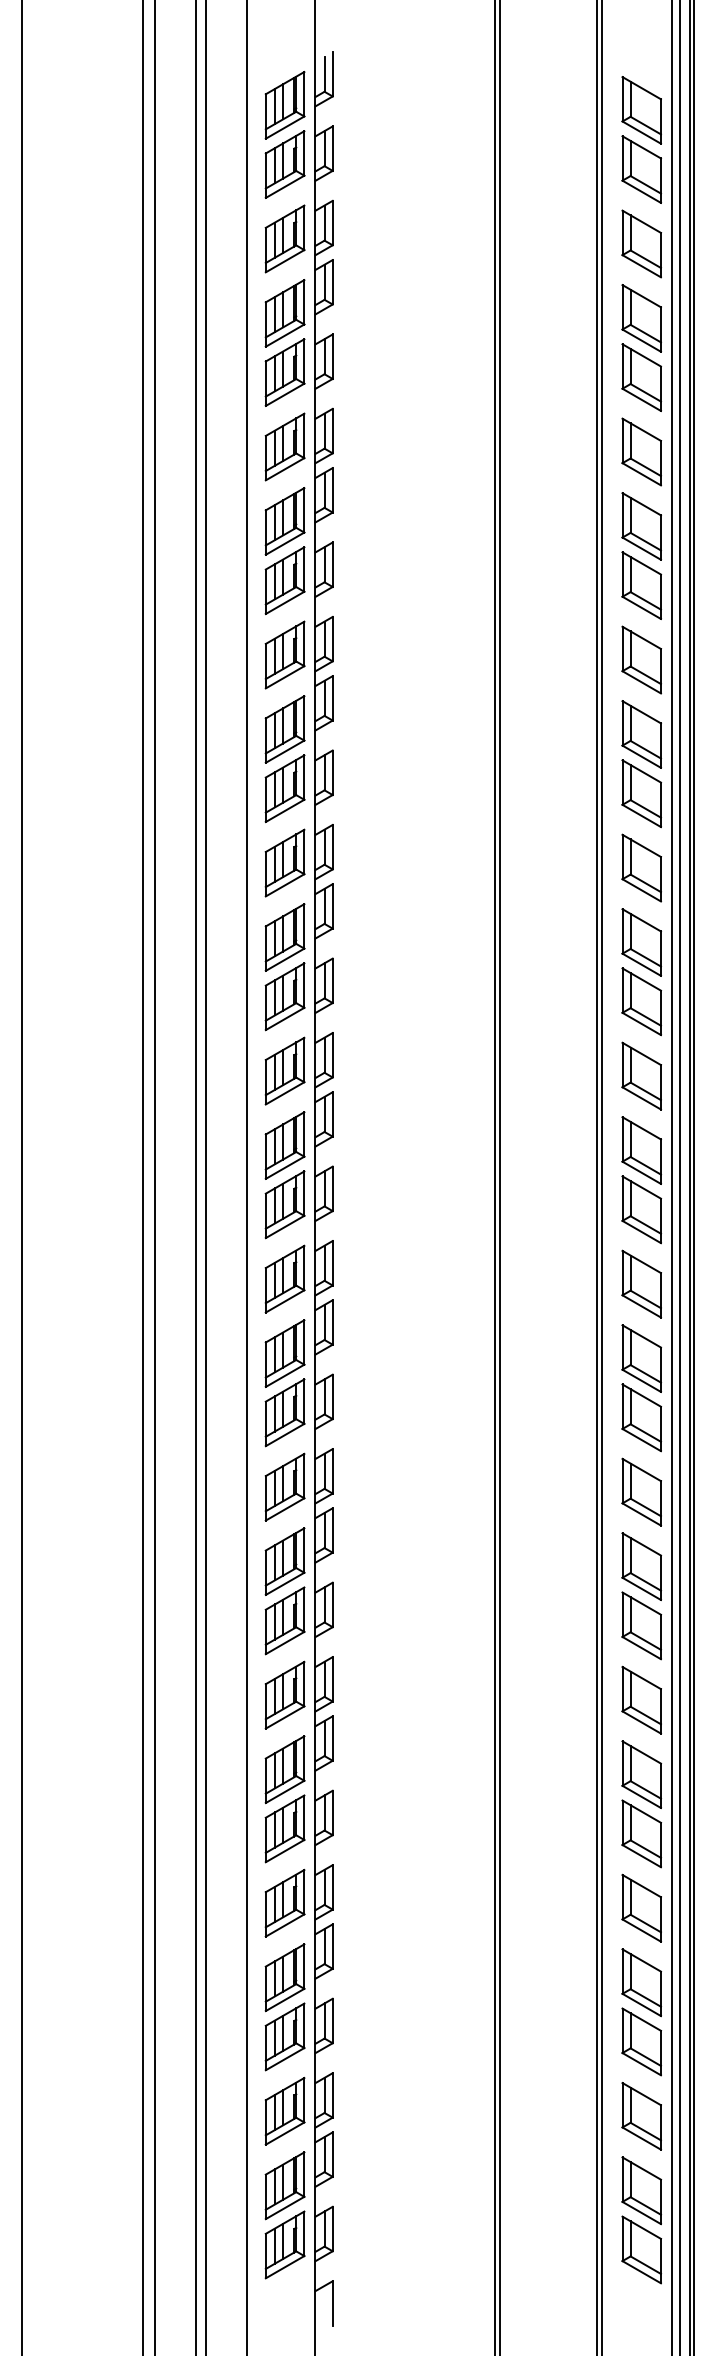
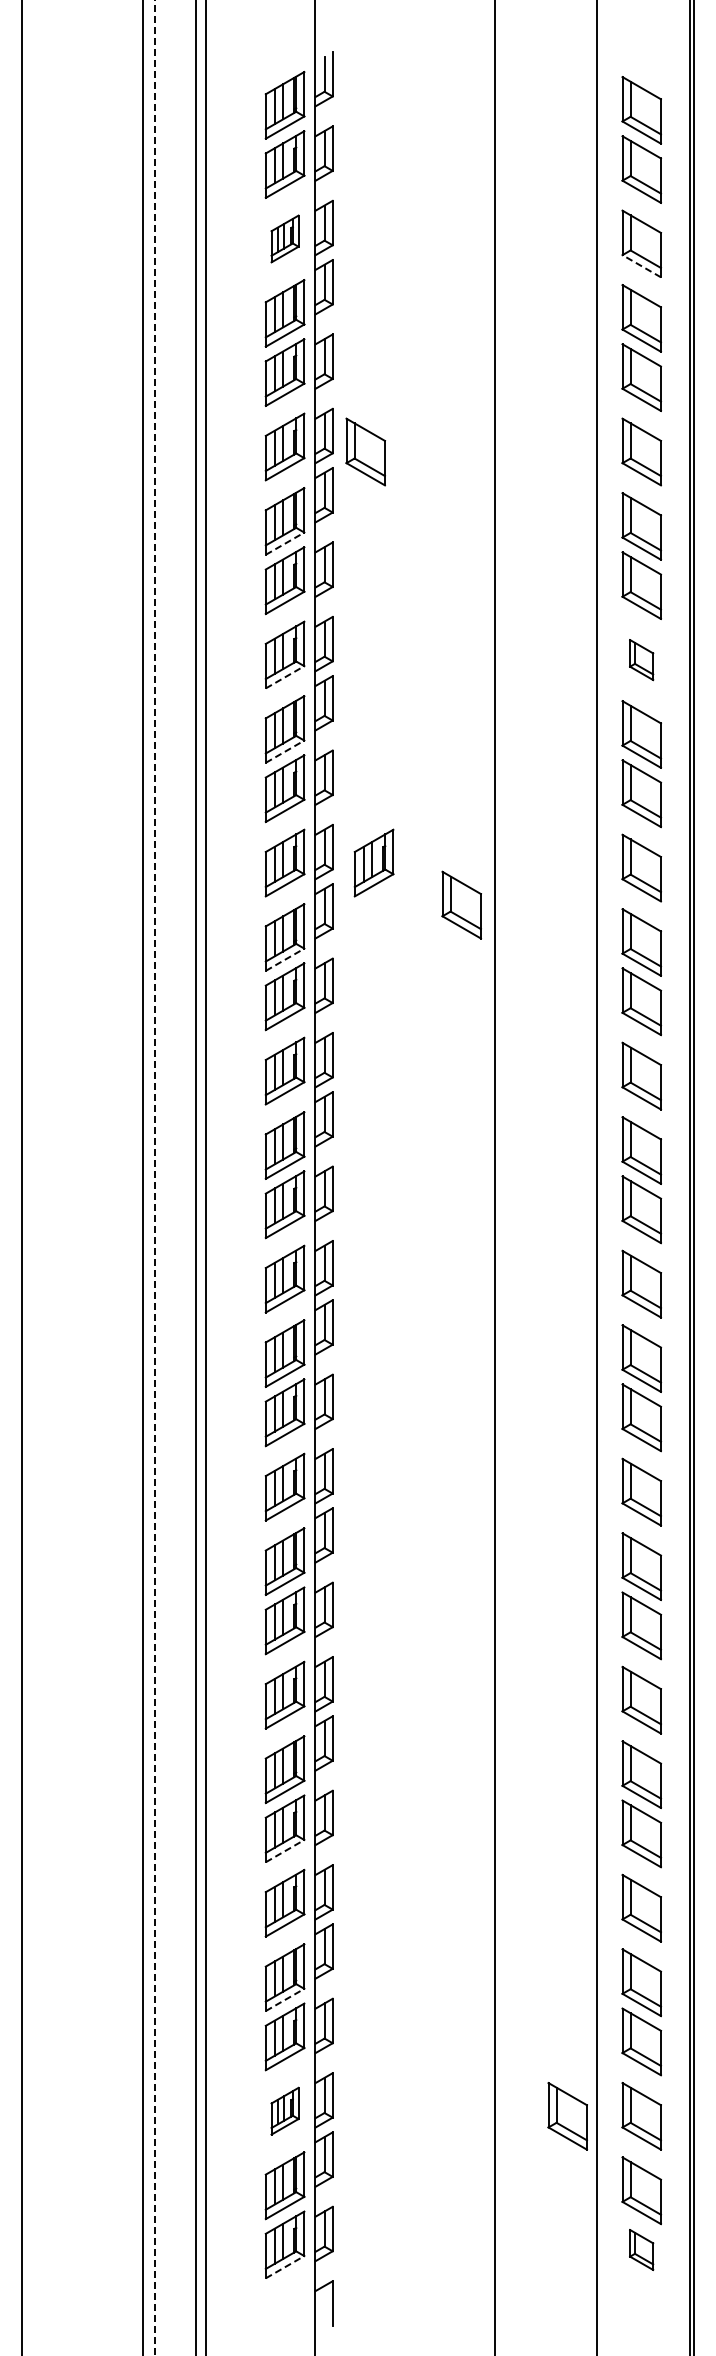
part at (284, 238) size: 42x70 px -> 30x50 px
line at (641, 266): solid -> dashed
part at (365, 451): none -> present
line at (285, 543): solid -> dashed
part at (641, 659) size: 41x70 px -> 26x43 px
line at (285, 677): solid -> dashed
line at (285, 751): solid -> dashed
part at (373, 862): none -> present
part at (461, 904): none -> present
line at (285, 959): solid -> dashed
line at (155, 1177): solid -> dashed
line at (246, 1177): present -> none
line at (500, 1177): present -> none
line at (601, 1177): present -> none
line at (672, 1177): present -> none
line at (680, 1177): present -> none
line at (285, 1850): solid -> dashed
line at (285, 1999): solid -> dashed
part at (284, 2110) size: 42x70 px -> 30x50 px
part at (567, 2116): none -> present
part at (641, 2249) size: 41x70 px -> 26x42 px
line at (285, 2266): solid -> dashed
